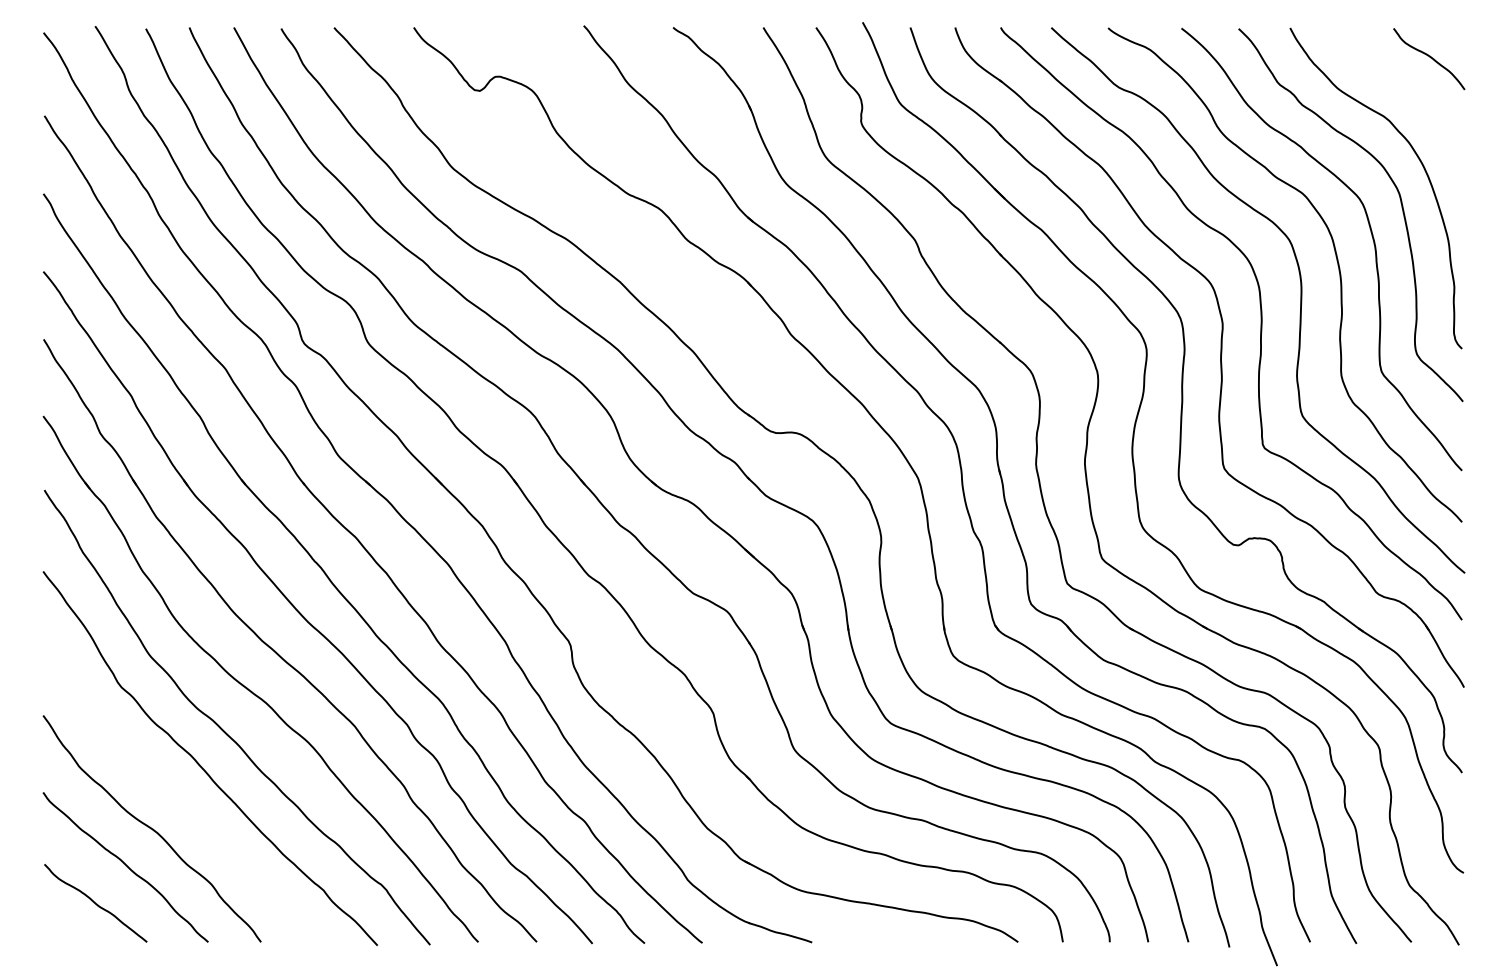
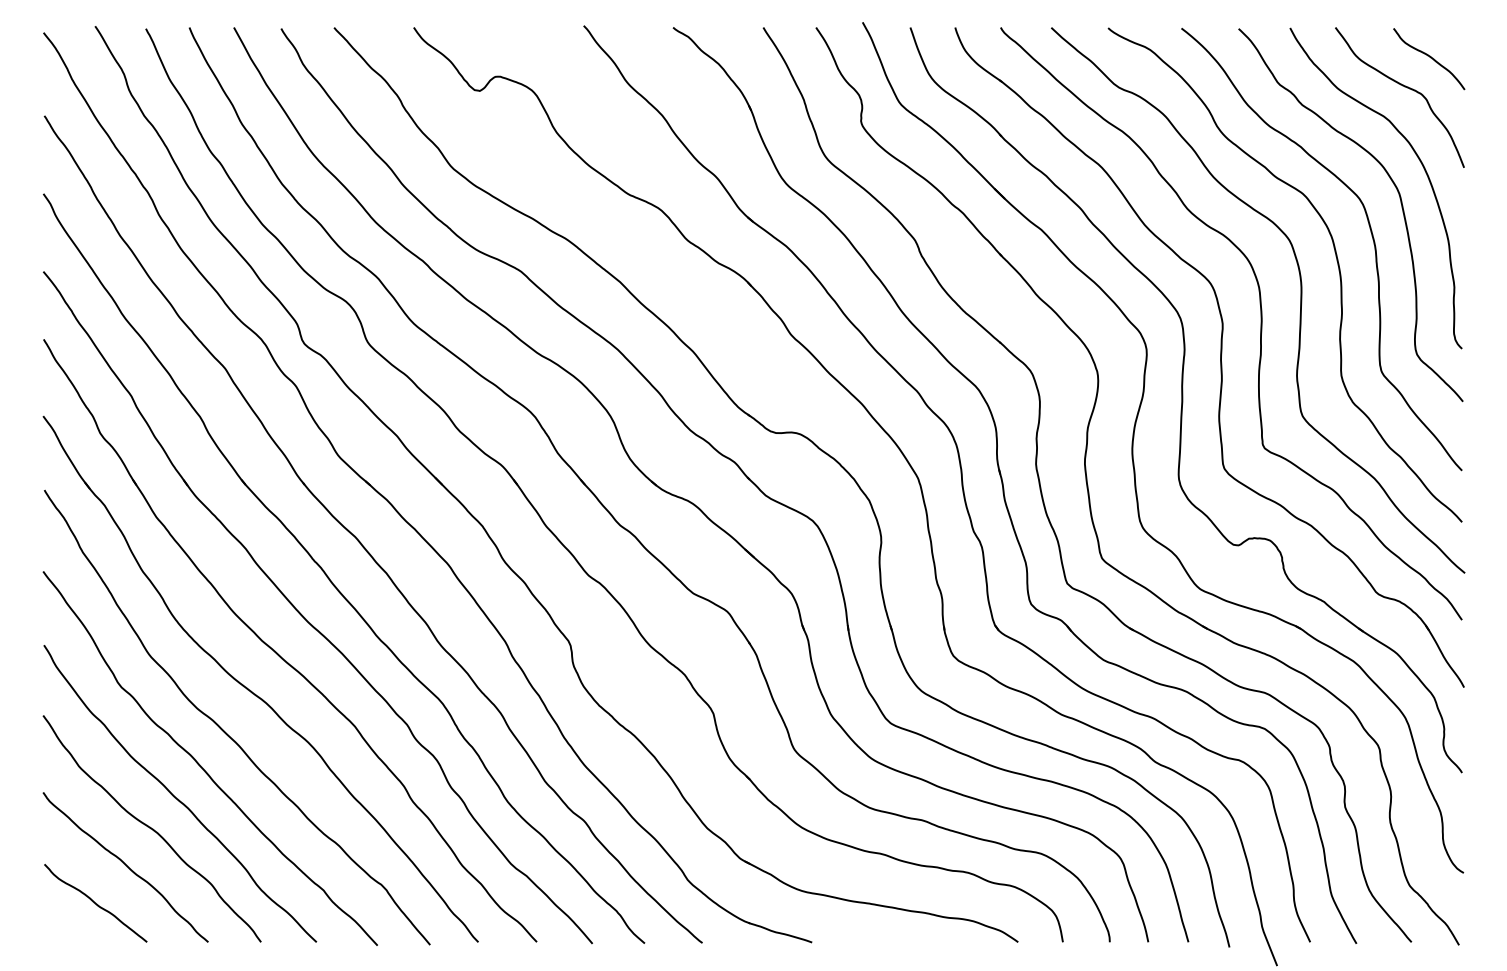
curve at (1404, 87): none -> present
curve at (178, 798): none -> present
